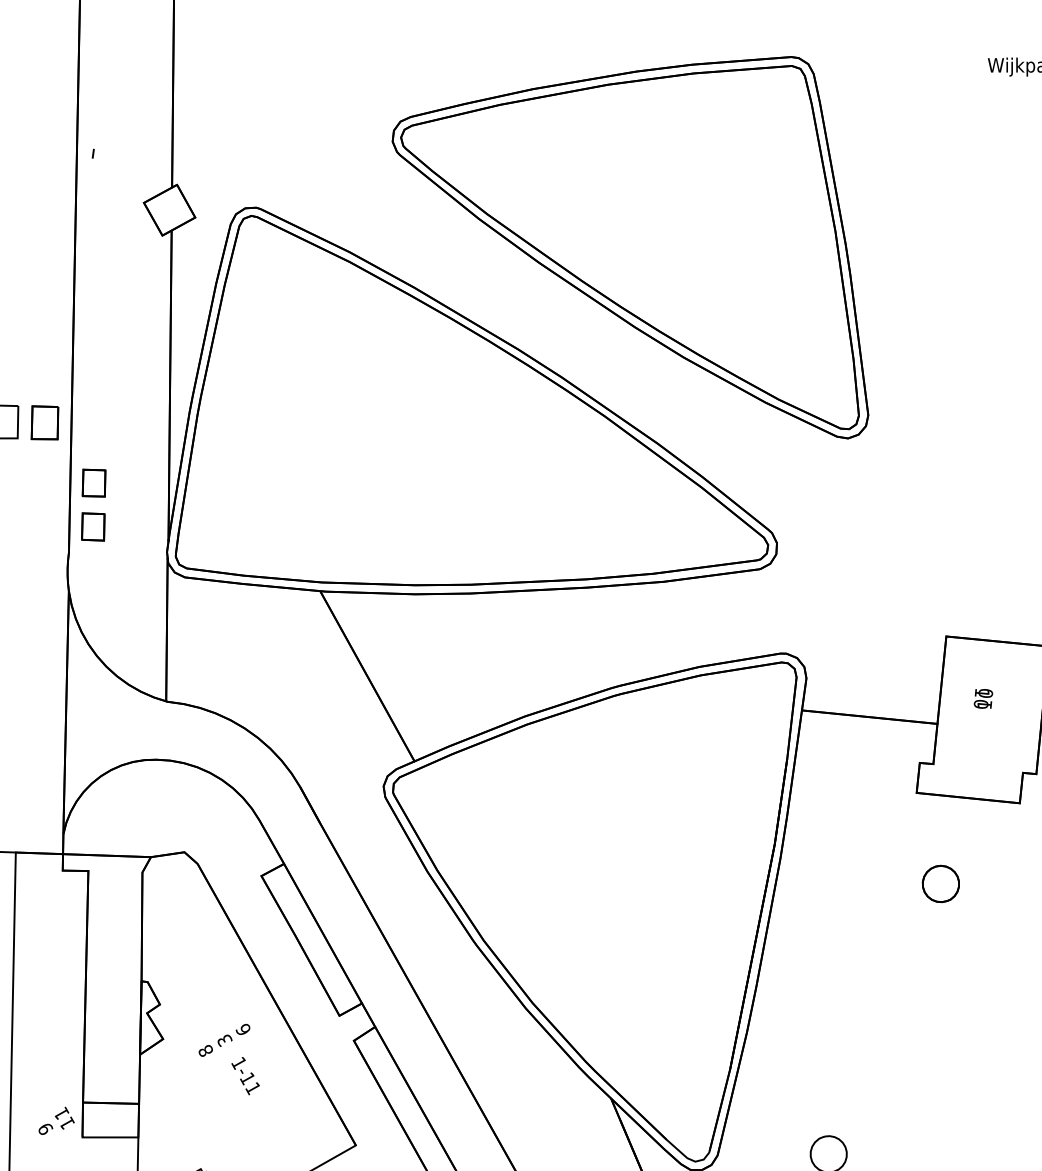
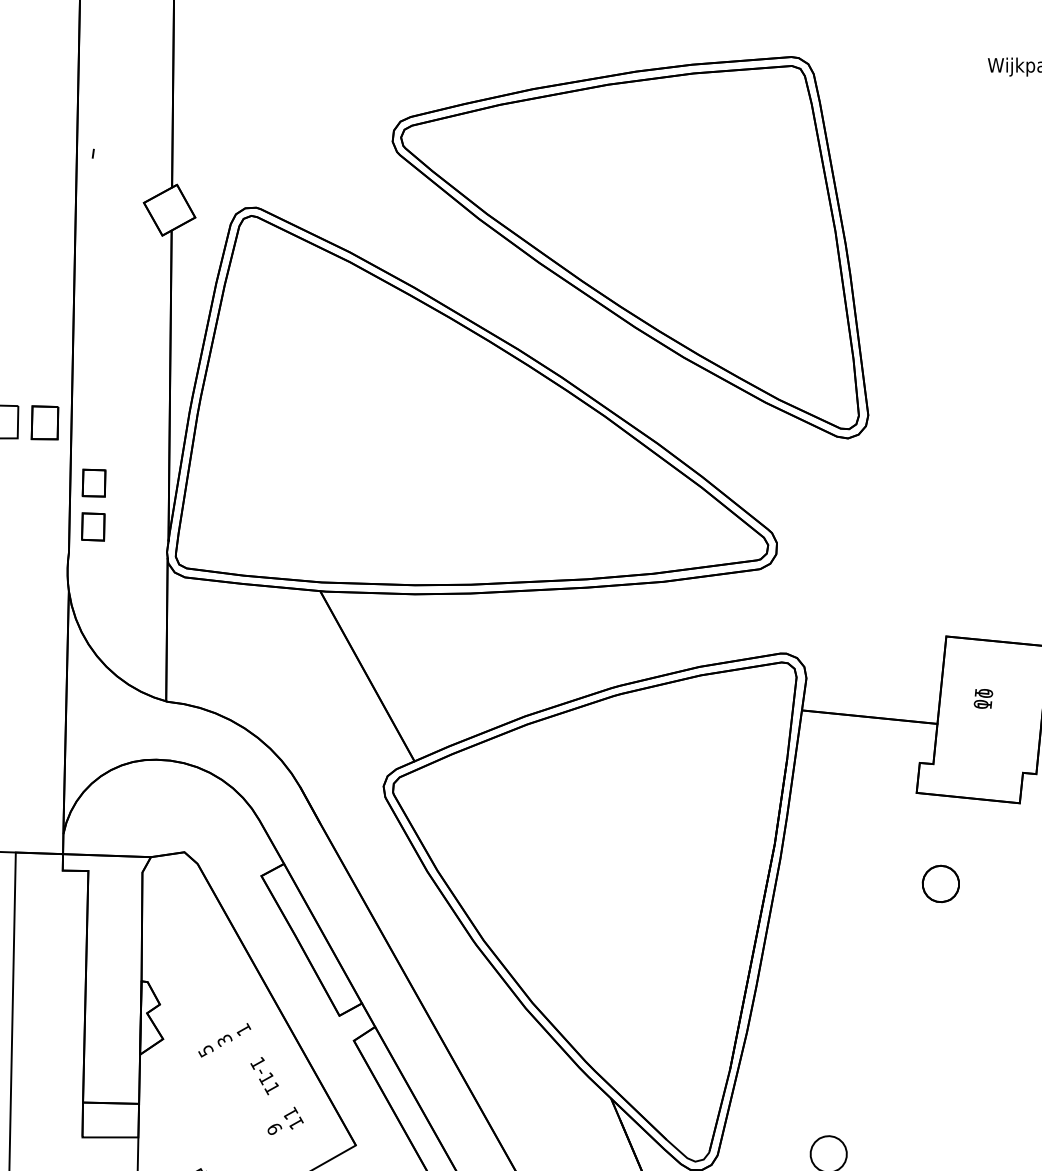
text at (243, 1029): 6 -> 1
text at (205, 1051): 8 -> 5
text at (245, 1076) position: (245, 1076) -> (264, 1076)
text at (56, 1120) position: (56, 1120) -> (285, 1120)
